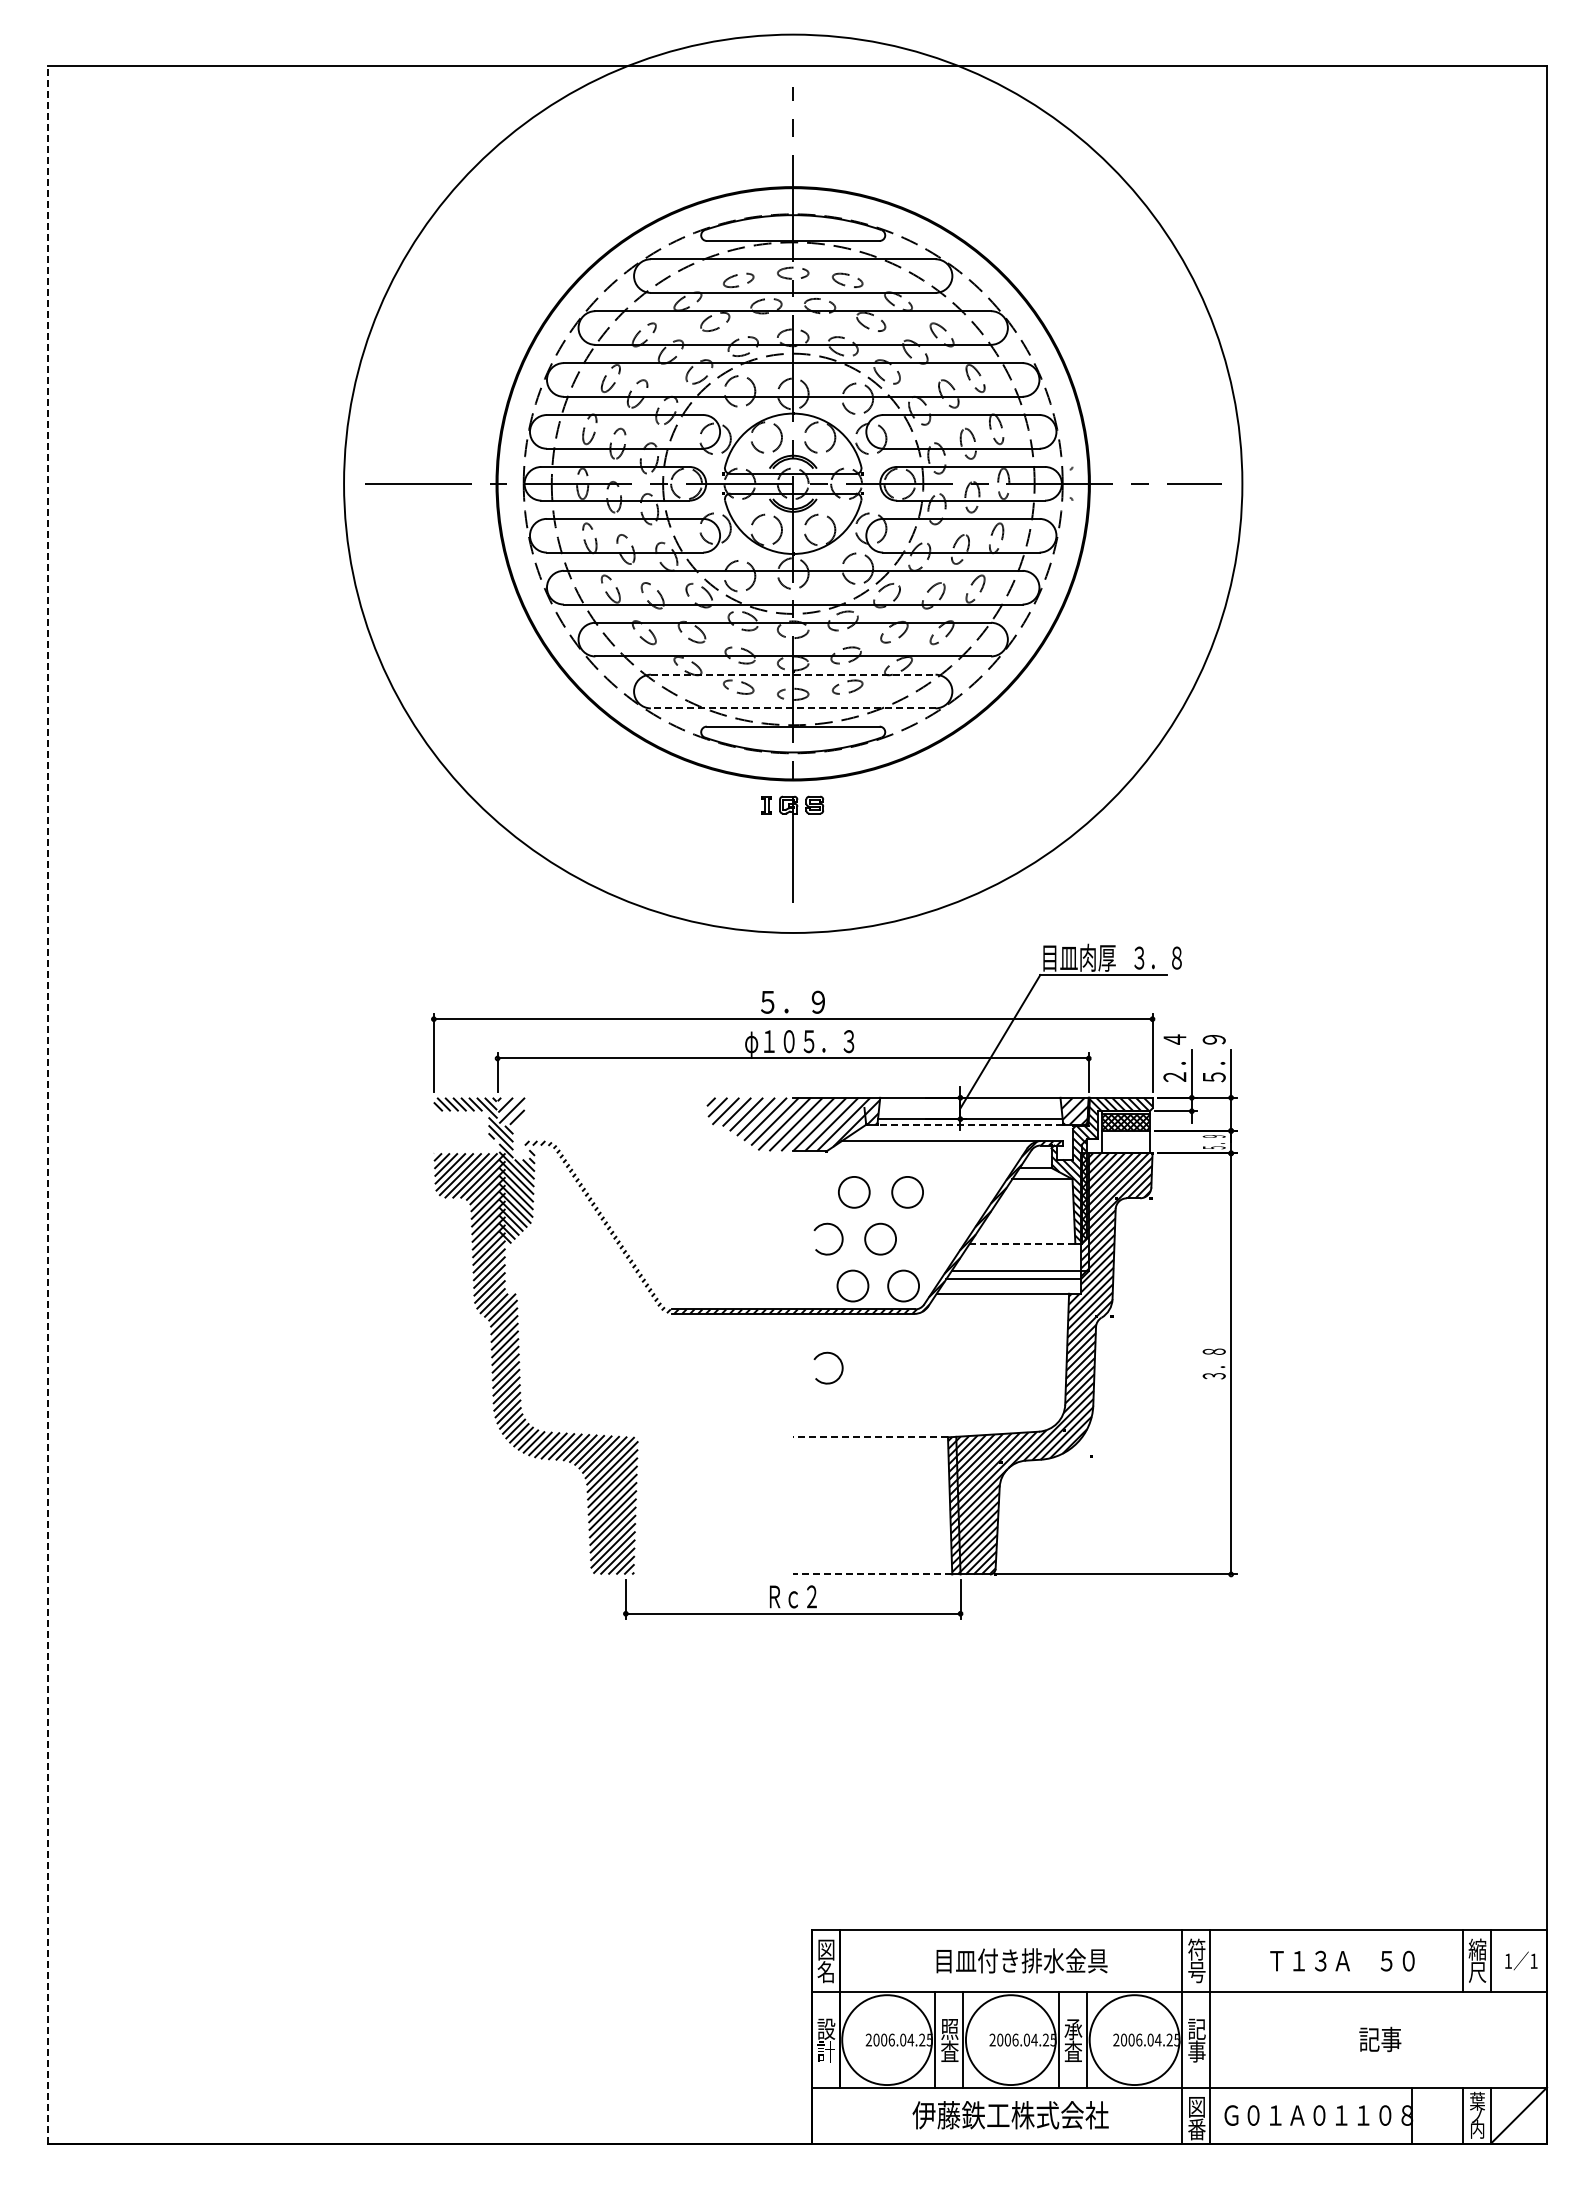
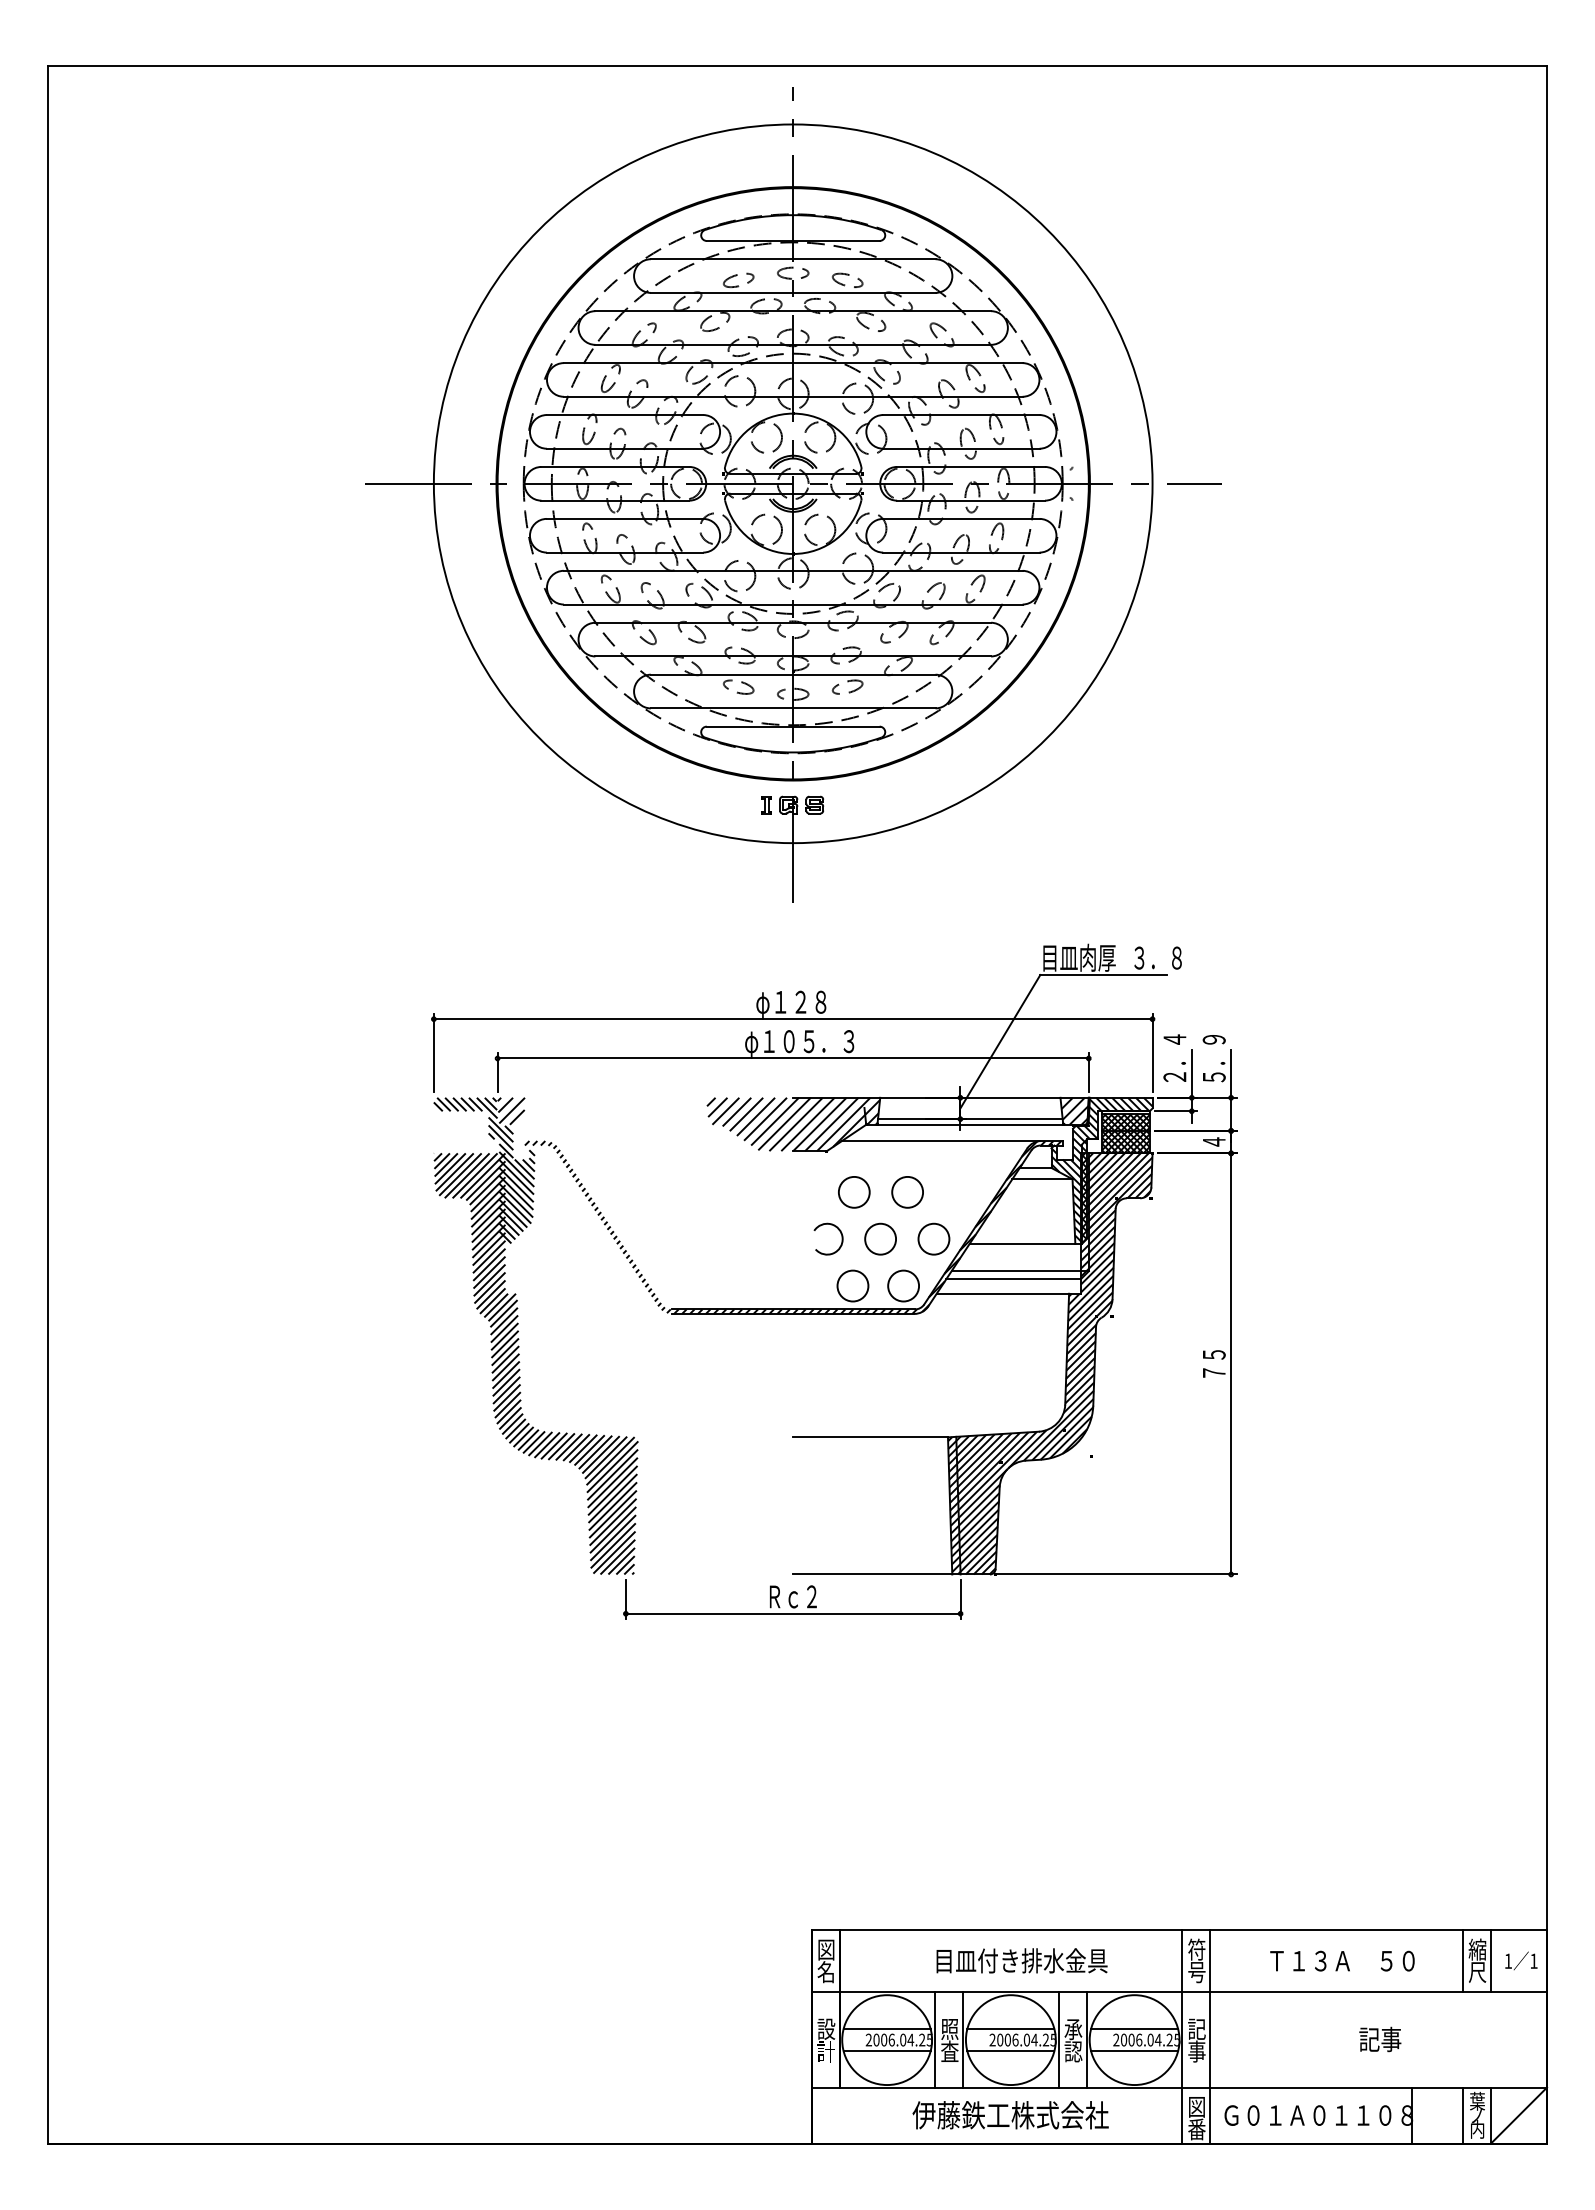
circle at (793, 483) diameter: 898 px -> 719 px
line at (793, 674): dashed -> solid
line at (792, 708): dashed -> solid
text at (791, 1003): ５．９ -> φ１２８
line at (47, 1105): dashed -> solid
line at (970, 1124): dashed -> solid
hatch at (1125, 1141): none -> present
text at (1213, 1142): ５．９ -> ４
circle at (933, 1238): none -> present
line at (1022, 1243): dashed -> solid
arc at (837, 1358): present -> none
text at (1213, 1363): ３．８ -> ７５
line at (870, 1437): dashed -> solid
line at (872, 1574): dashed -> solid
line at (886, 2028): none -> present
line at (1010, 2028): none -> present
line at (1134, 2028): none -> present
line at (886, 2051): none -> present
line at (1010, 2051): none -> present
text at (1073, 2051): 査 -> 認
line at (1134, 2051): none -> present
